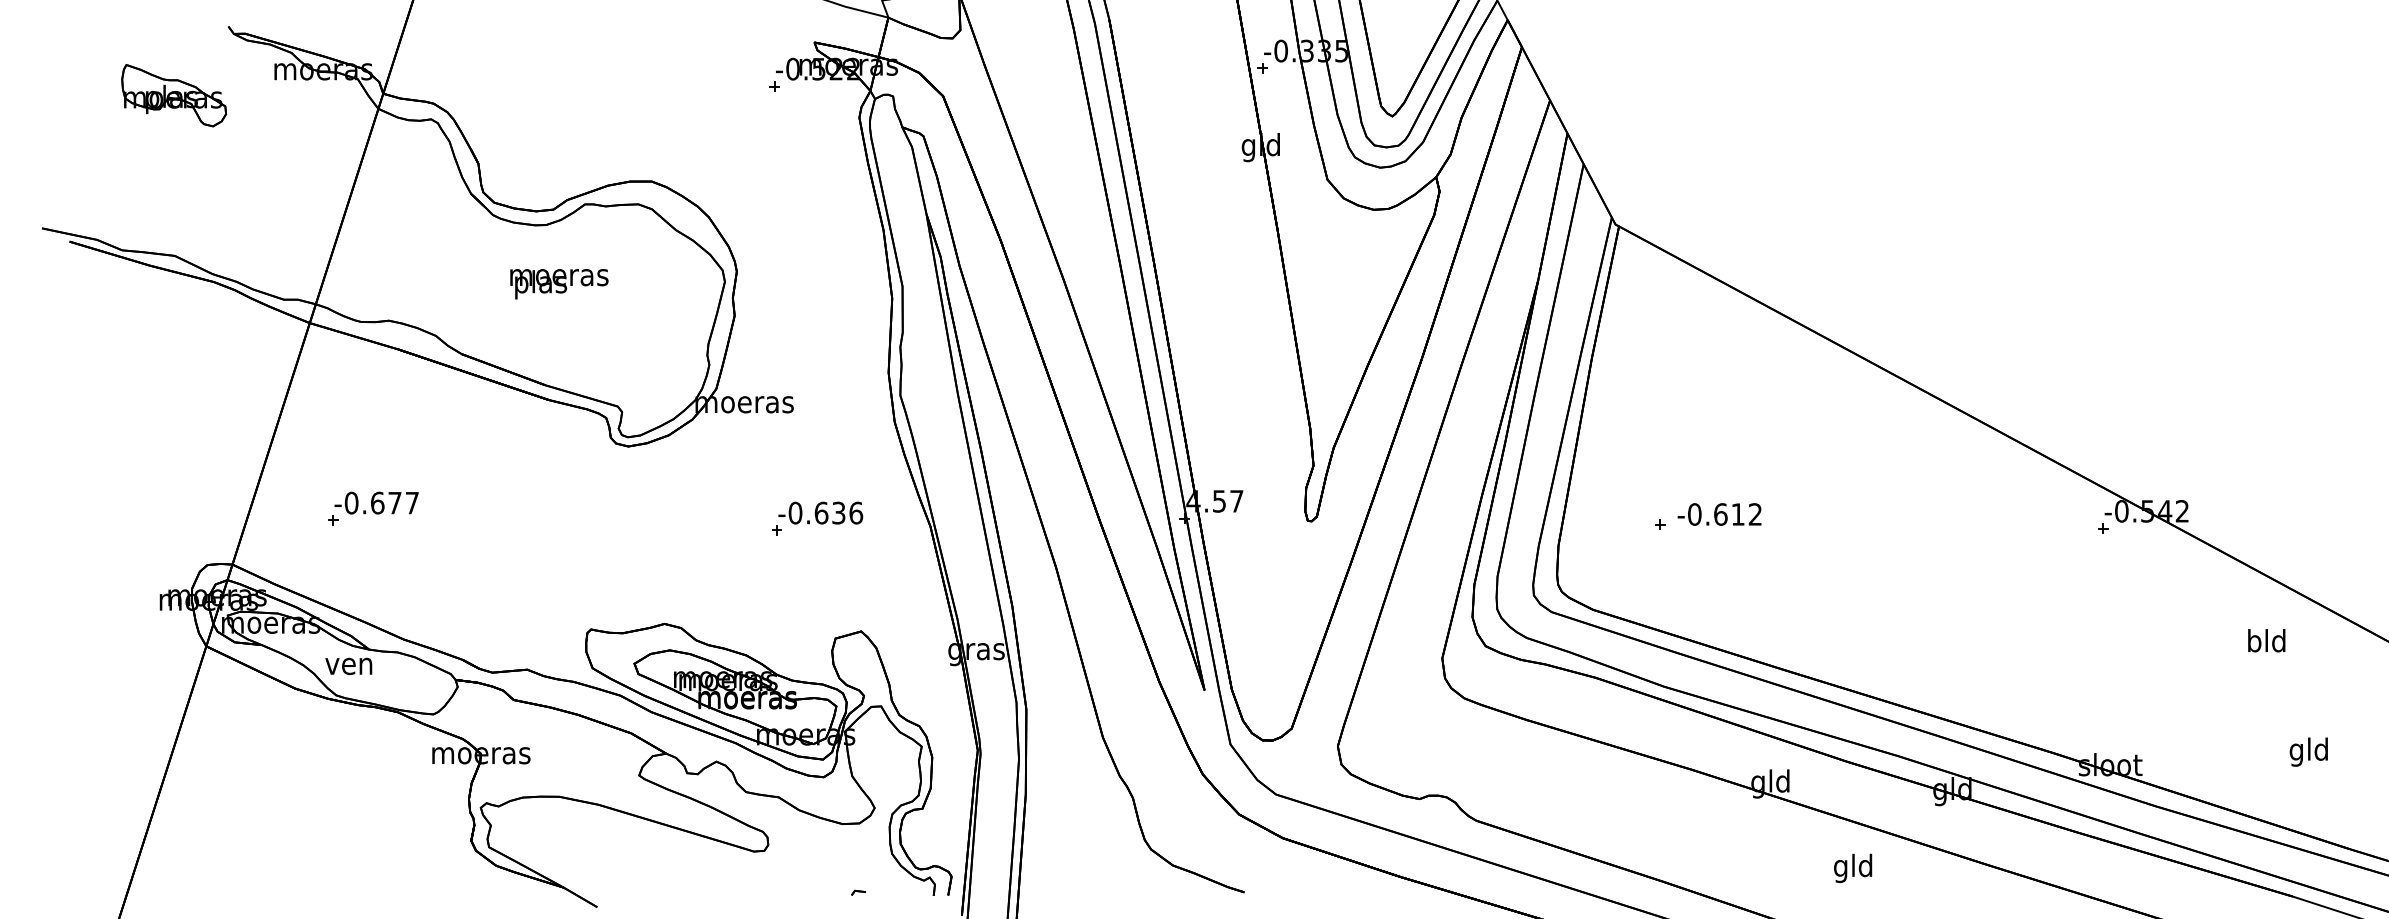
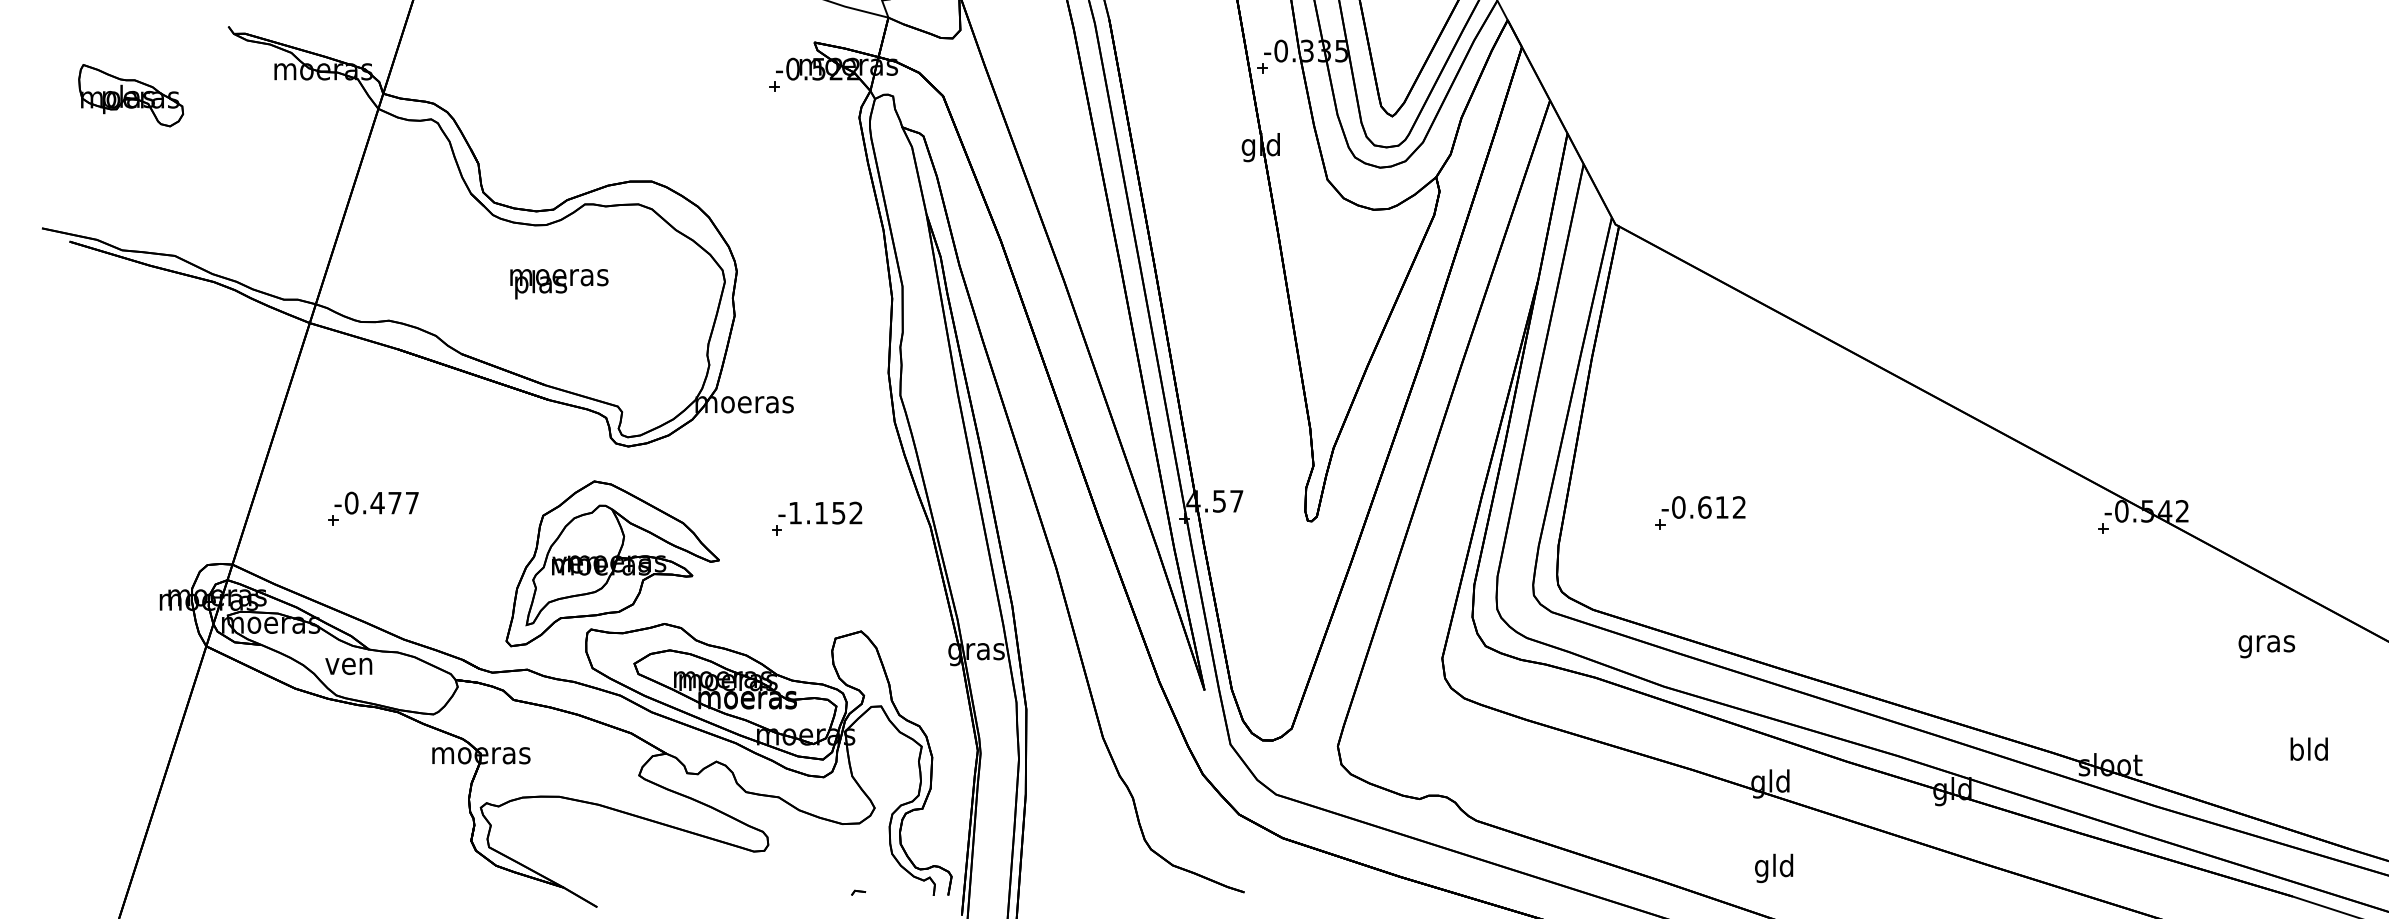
part at (173, 95) position: (173, 95) -> (130, 95)
text at (377, 502): -0.677 -> -0.477
text at (825, 512): -0.636 -> -1.152
text at (1719, 514) position: (1719, 514) -> (1703, 507)
part at (612, 563): none -> present
text at (2266, 643): bld -> gras
text at (2296, 751): gld -> bld
text at (1853, 868) position: (1853, 868) -> (1774, 868)
